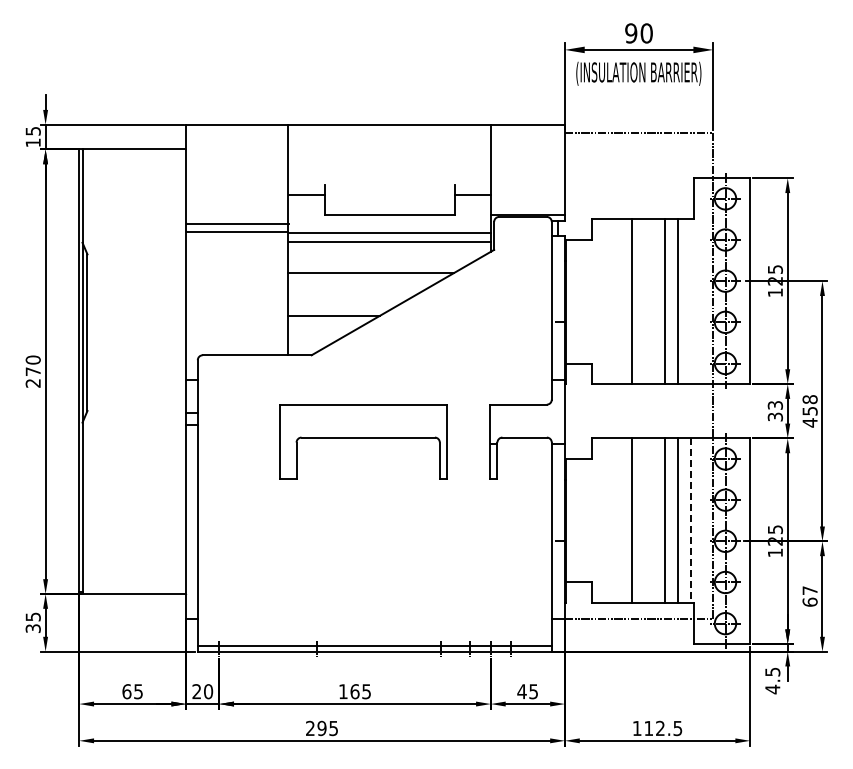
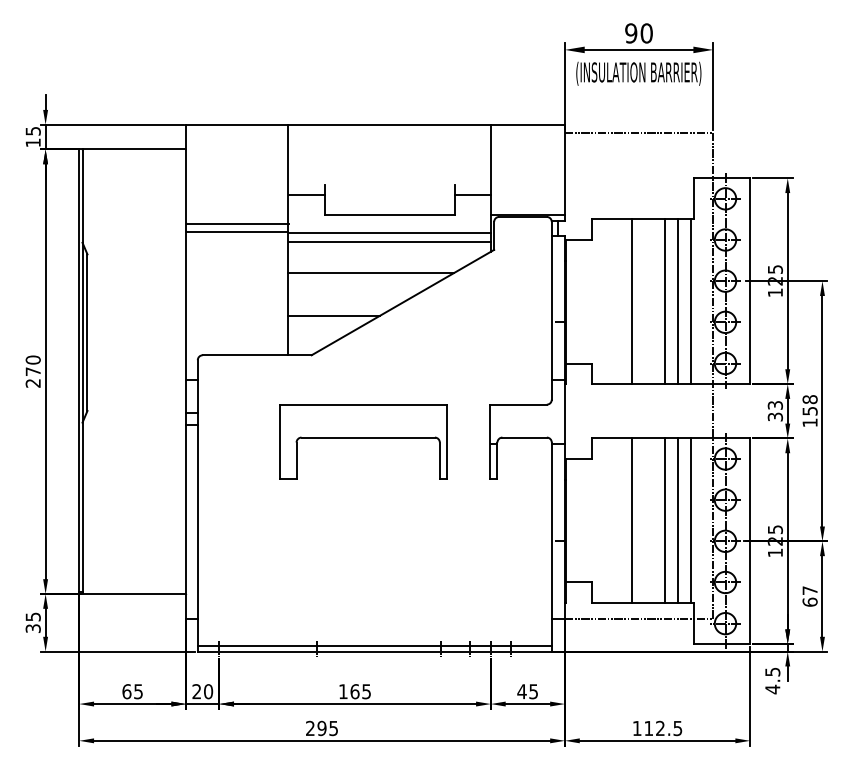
line at (690, 301): none -> present
text at (809, 422): 458 -> 158
line at (690, 521): dashed -> solid
